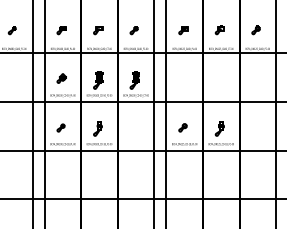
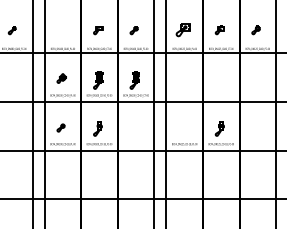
part at (61, 30): present -> none
part at (183, 30) size: 11x10 px -> 16x15 px
part at (182, 127): present -> none
